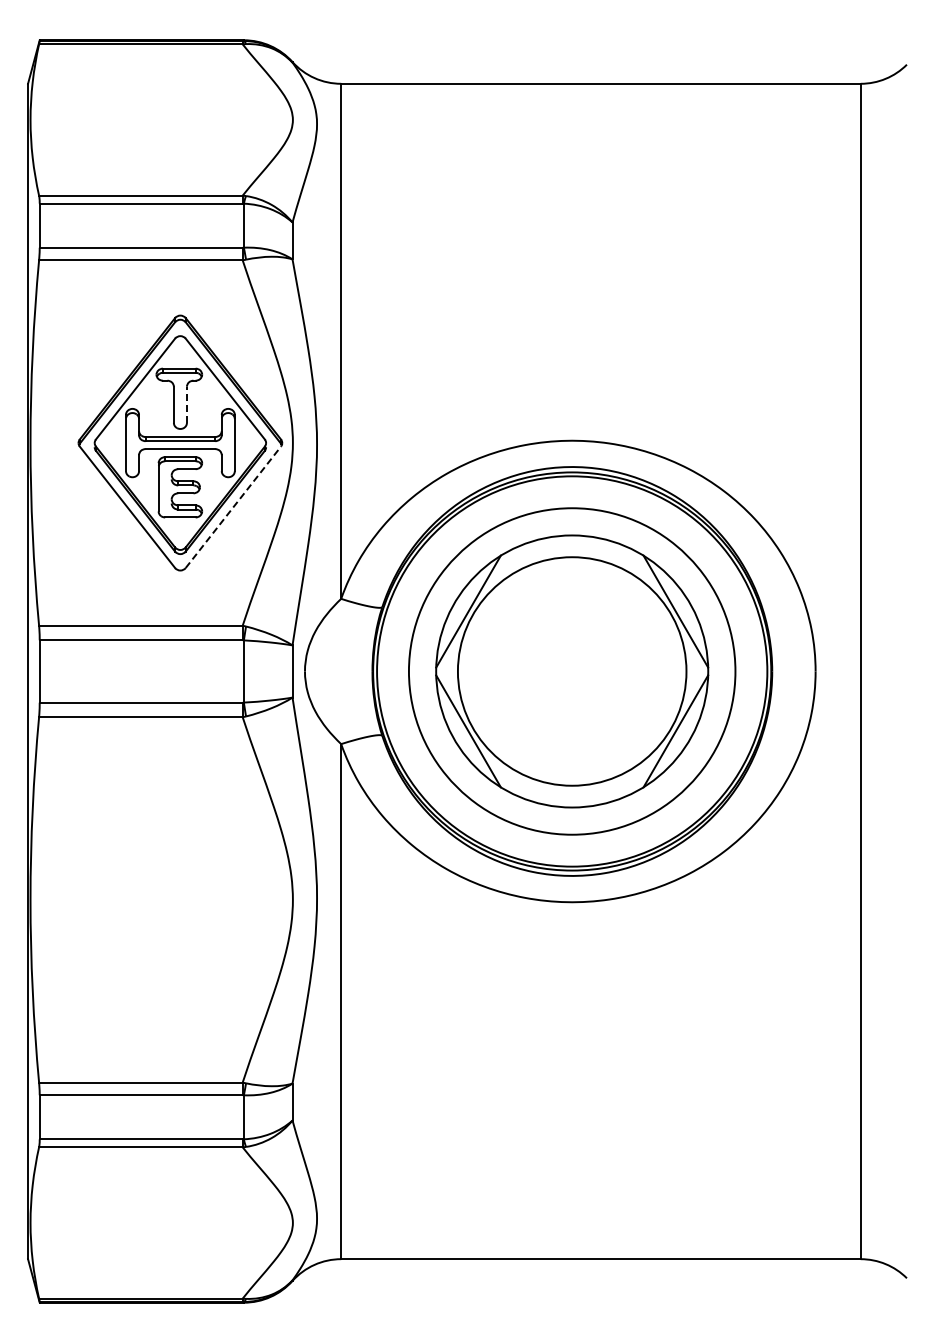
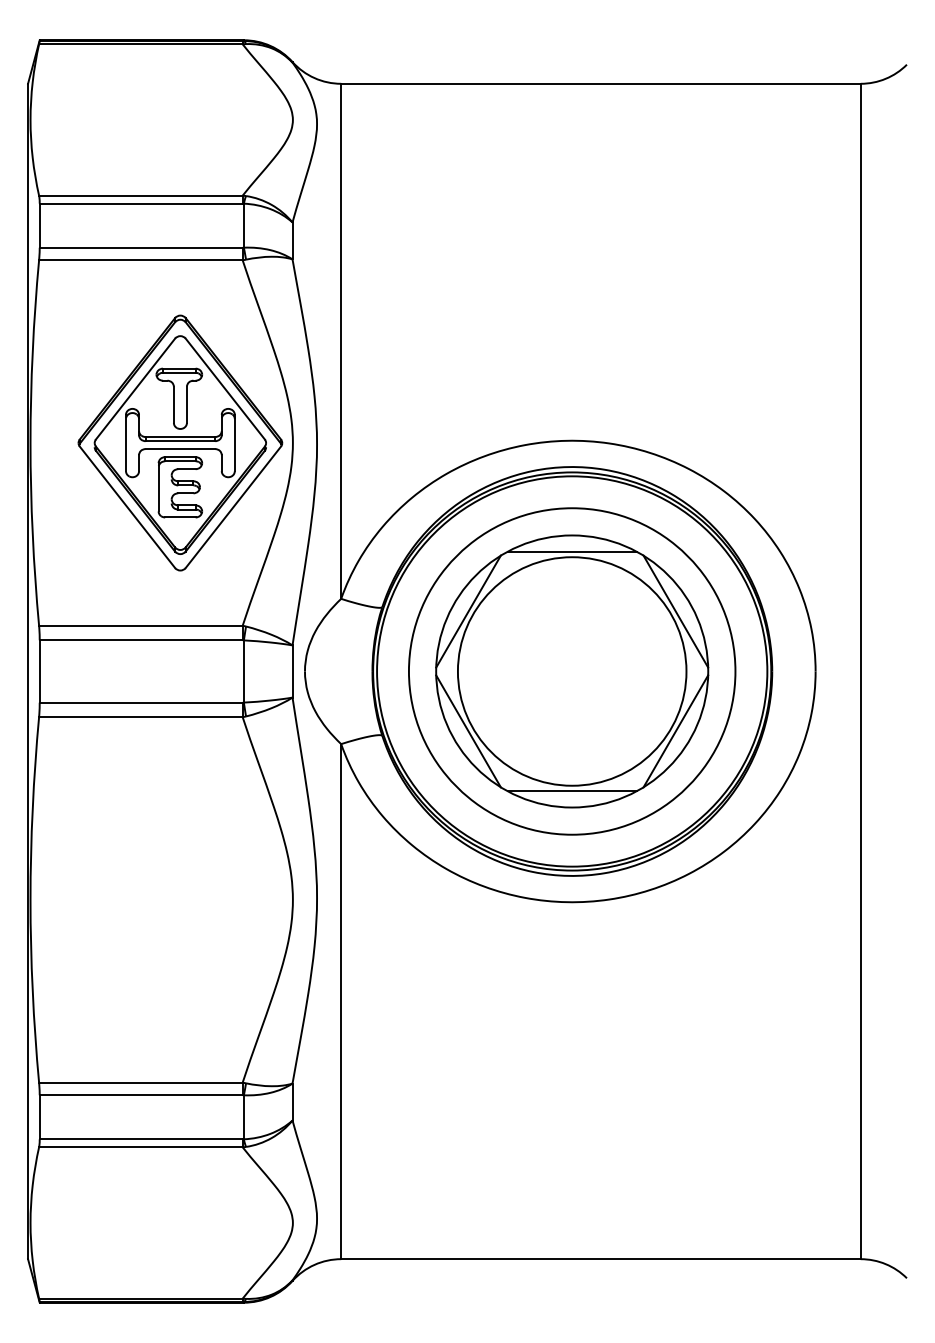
line at (186, 404): dashed -> solid
line at (233, 506): dashed -> solid
line at (571, 551): none -> present
line at (571, 791): none -> present
